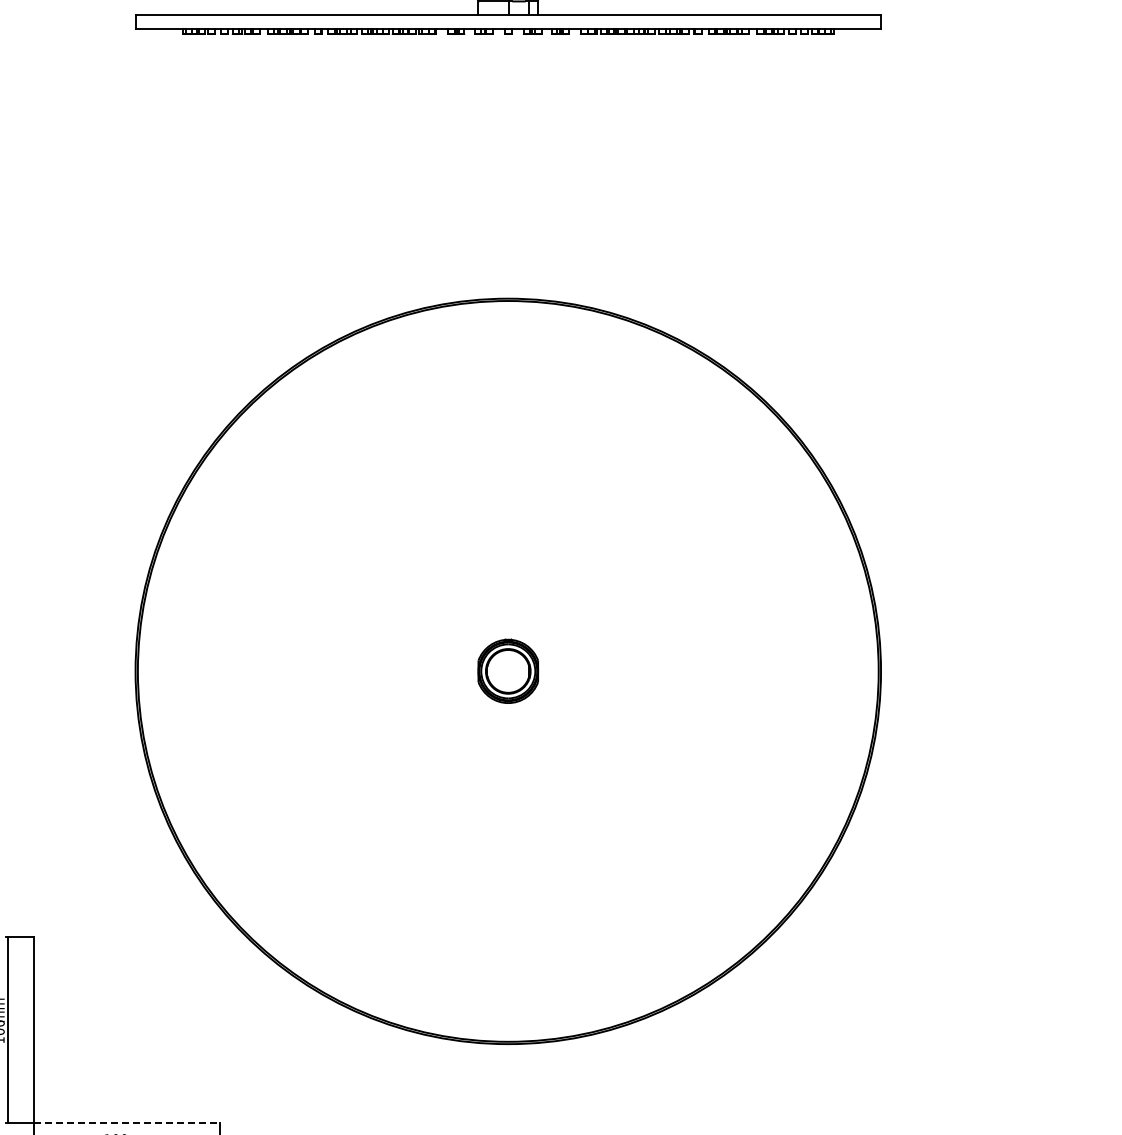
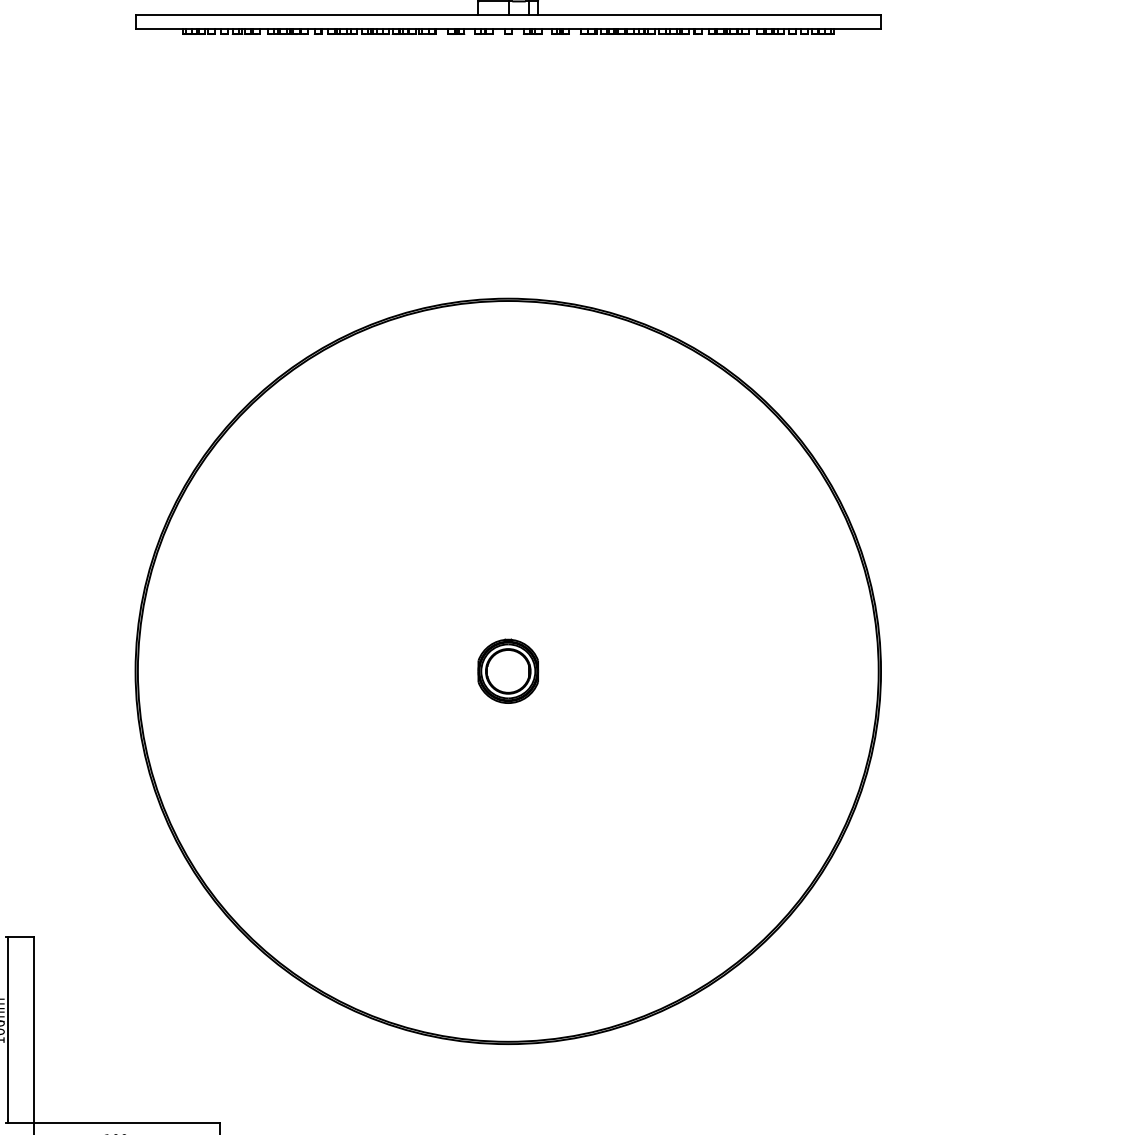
line at (127, 1123): dashed -> solid
